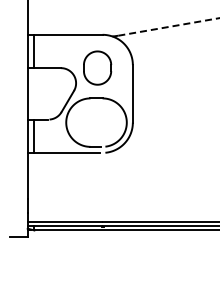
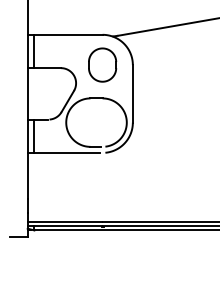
line at (169, 26): dashed -> solid
part at (97, 67) position: (97, 67) -> (102, 64)
